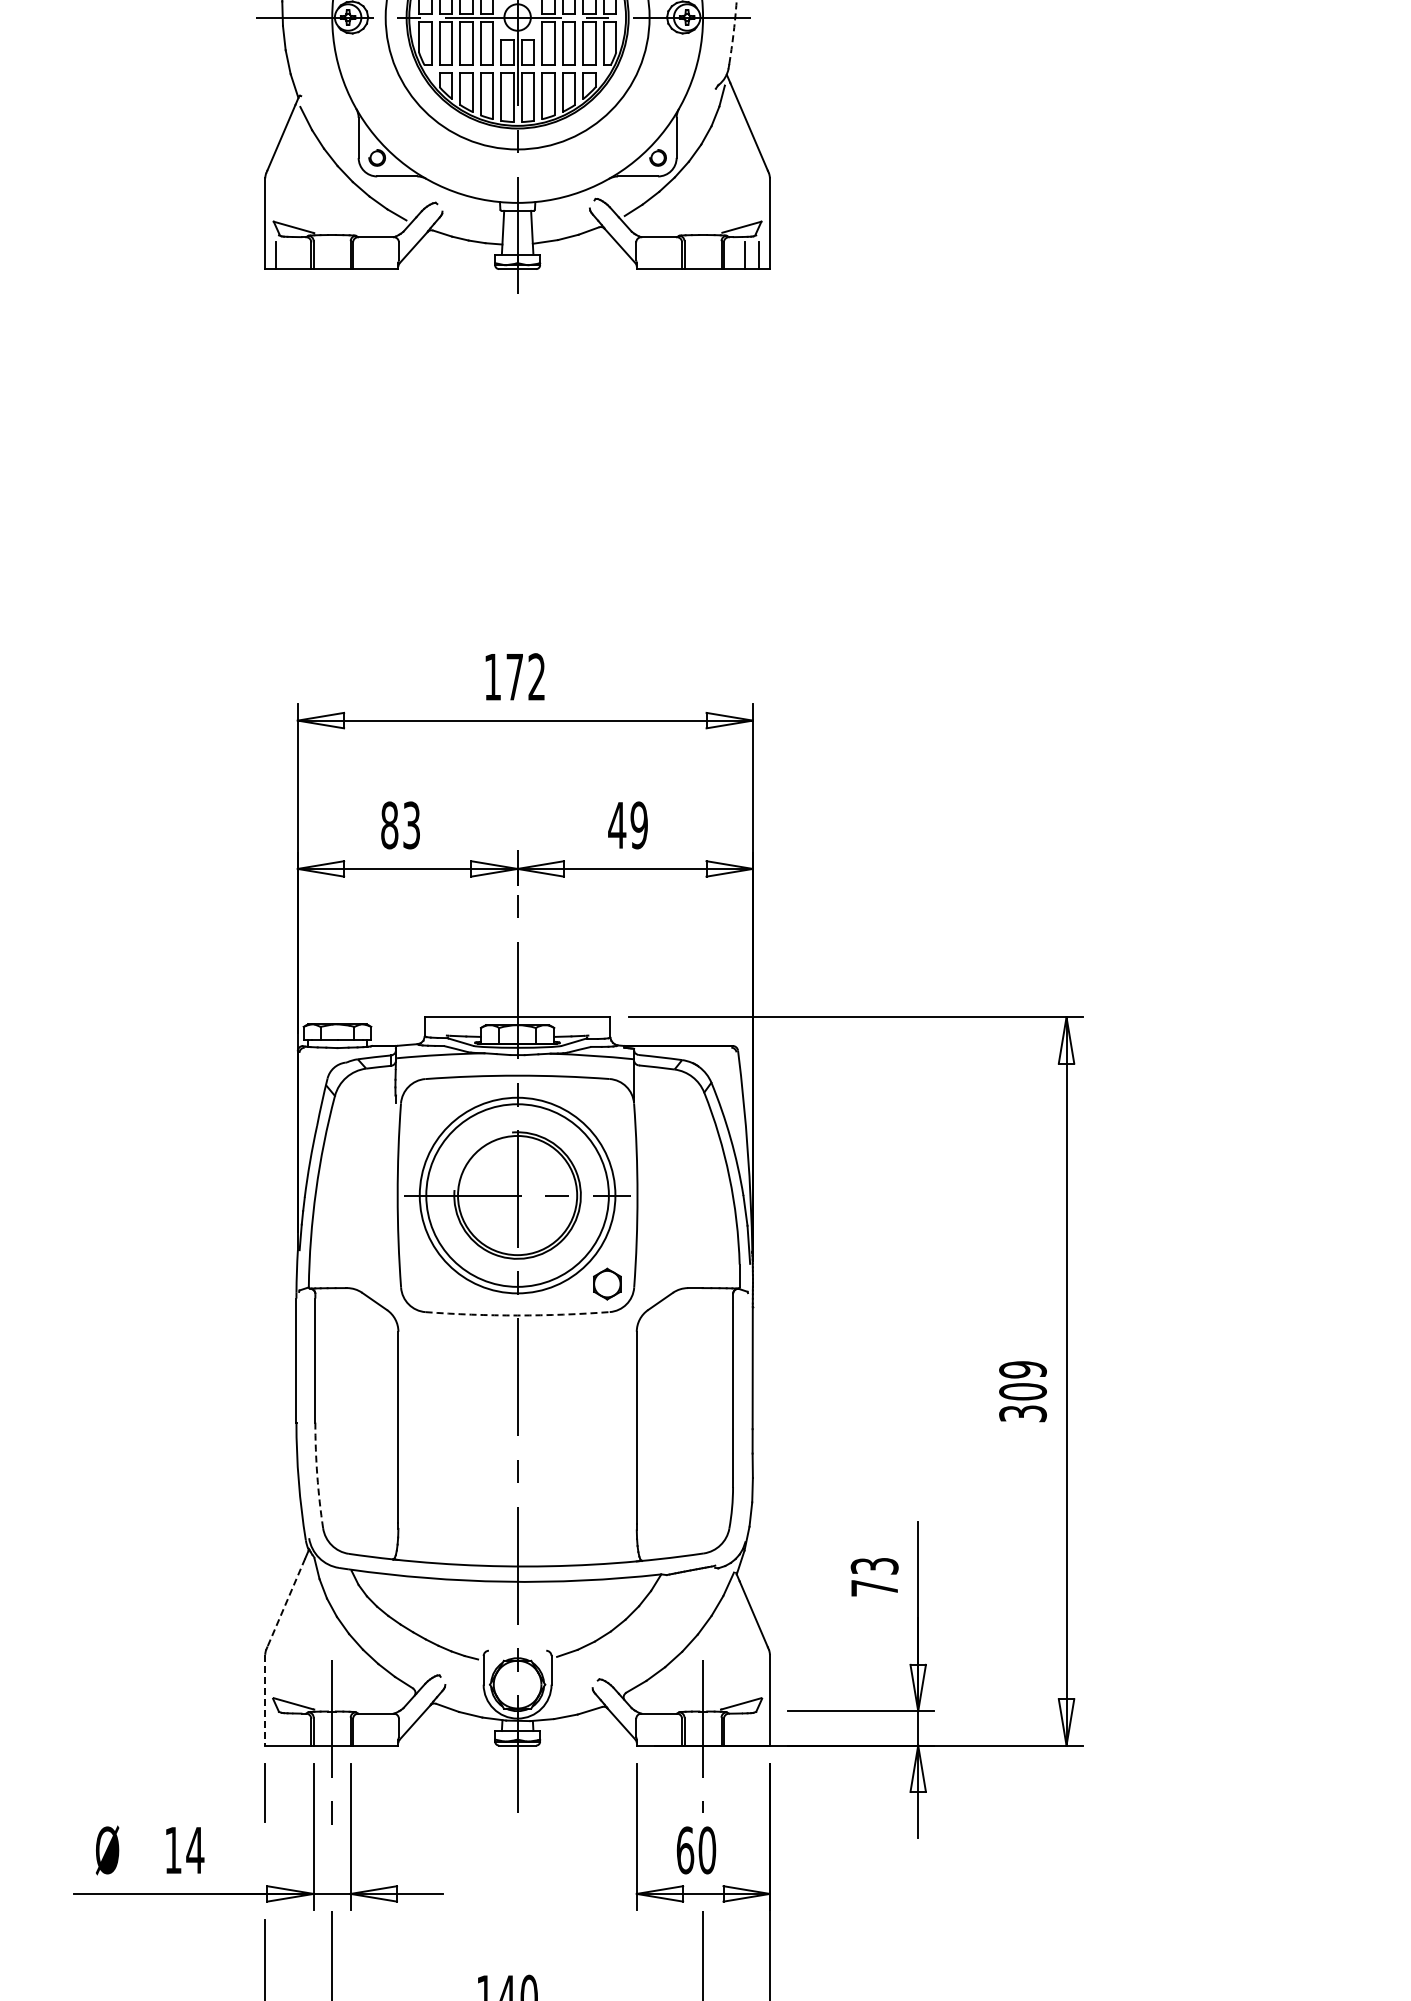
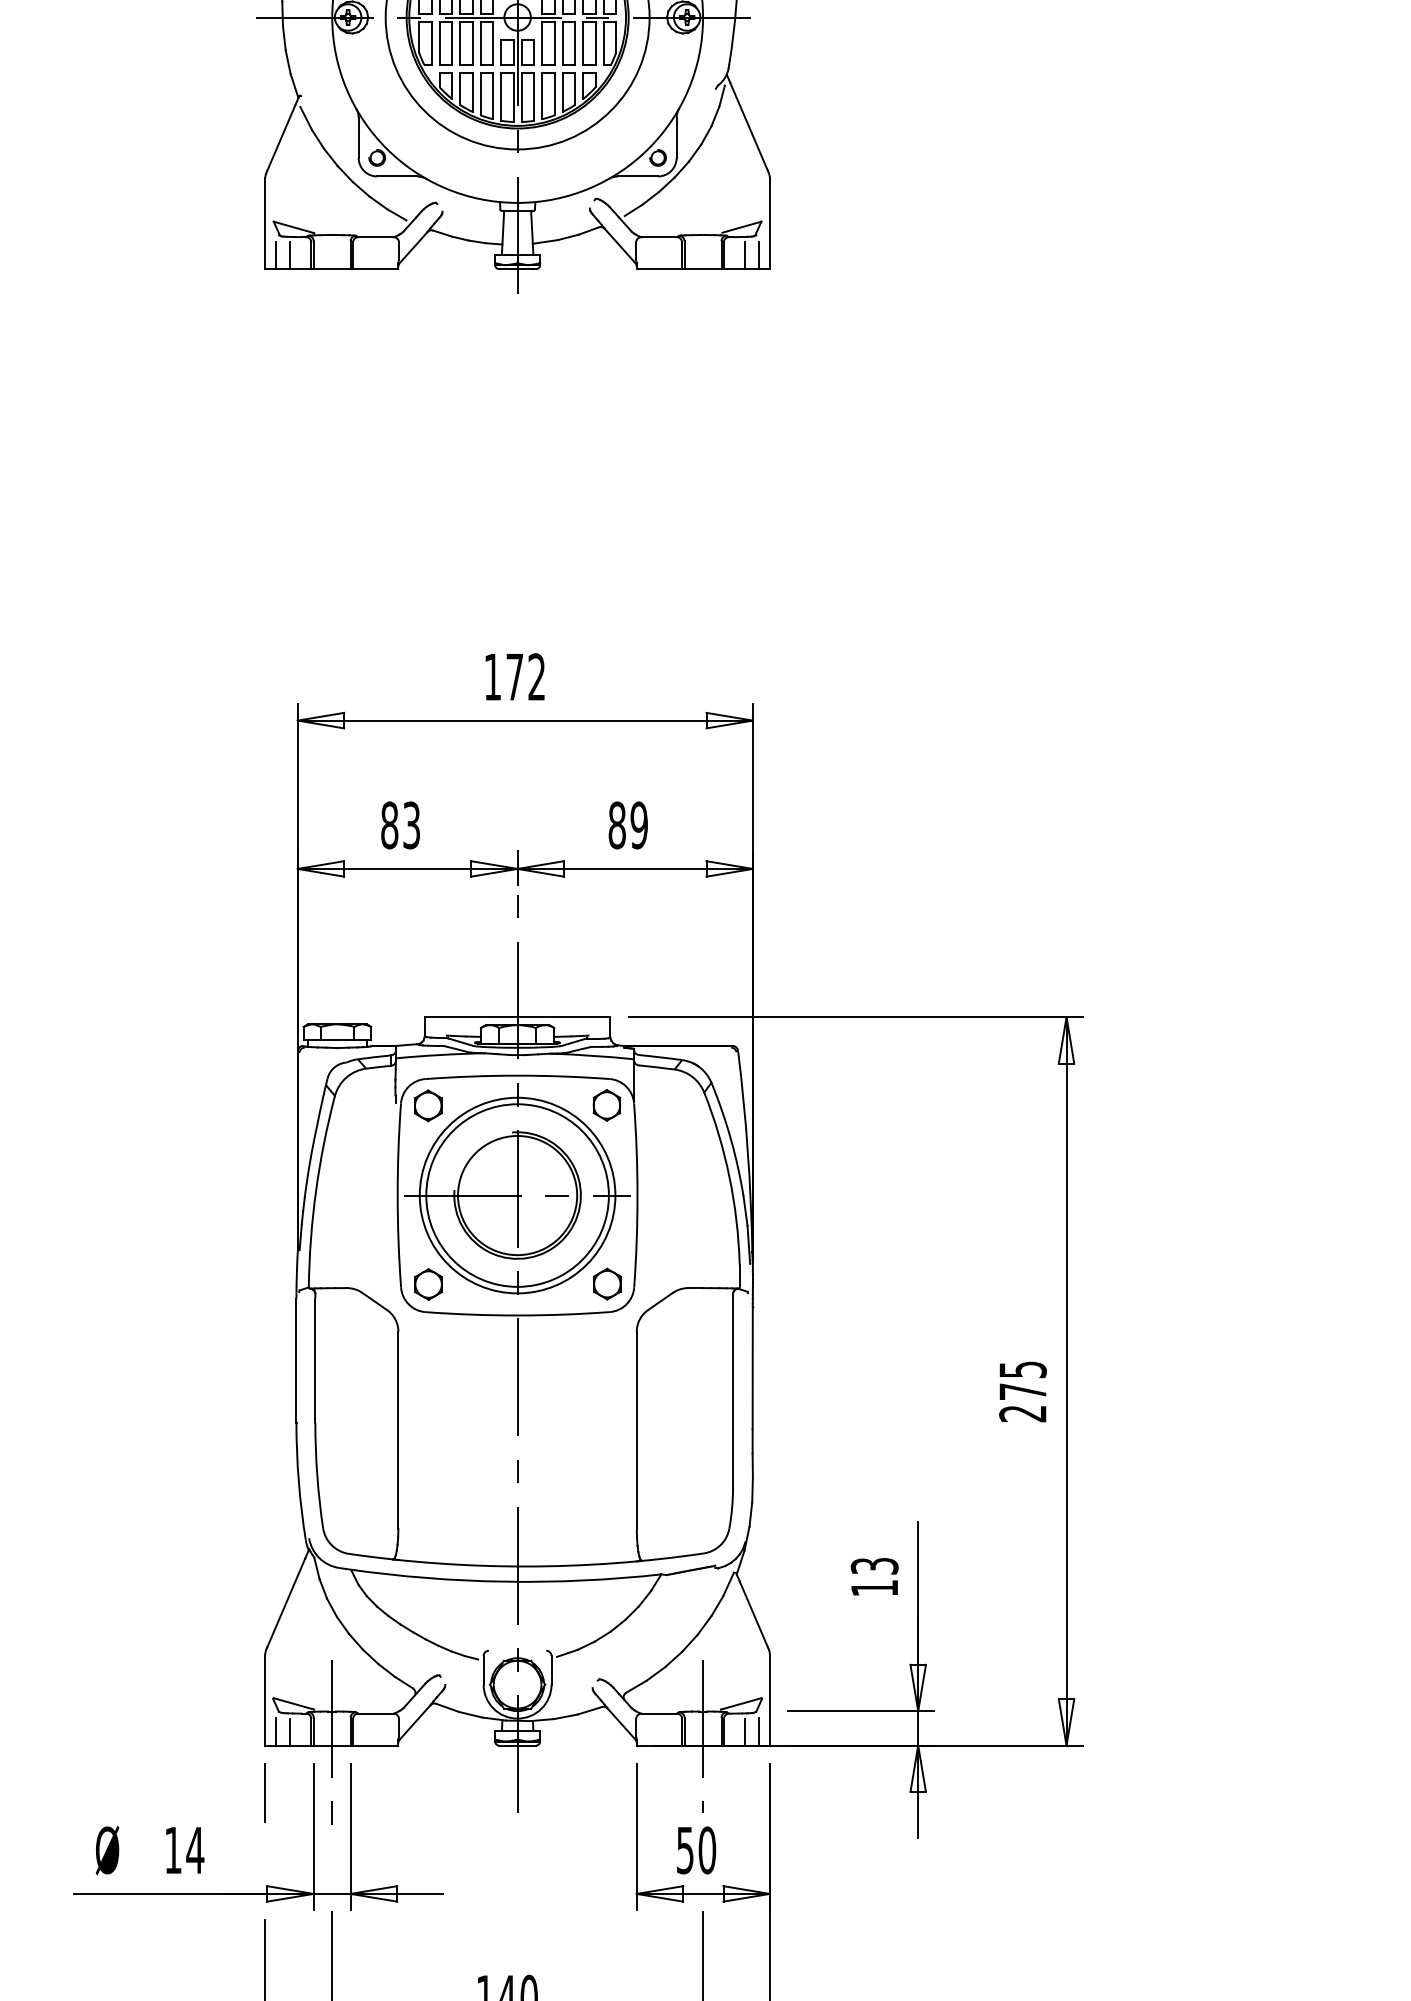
arc at (733, 31): dashed -> solid
line at (289, 255): none -> present
text at (617, 825): 49 -> 89
part at (428, 1105): none -> present
part at (606, 1105): none -> present
part at (428, 1284): none -> present
arc at (517, 1315): dashed -> solid
text at (1022, 1391): 309 -> 275
arc at (317, 1475): dashed -> solid
text at (874, 1588): 73 -> 13
line at (286, 1603): dashed -> solid
line at (265, 1700): dashed -> solid
line at (276, 1731): none -> present
line at (289, 1731): none -> present
line at (745, 1731): none -> present
line at (758, 1731): none -> present
text at (685, 1850): 60 -> 50
